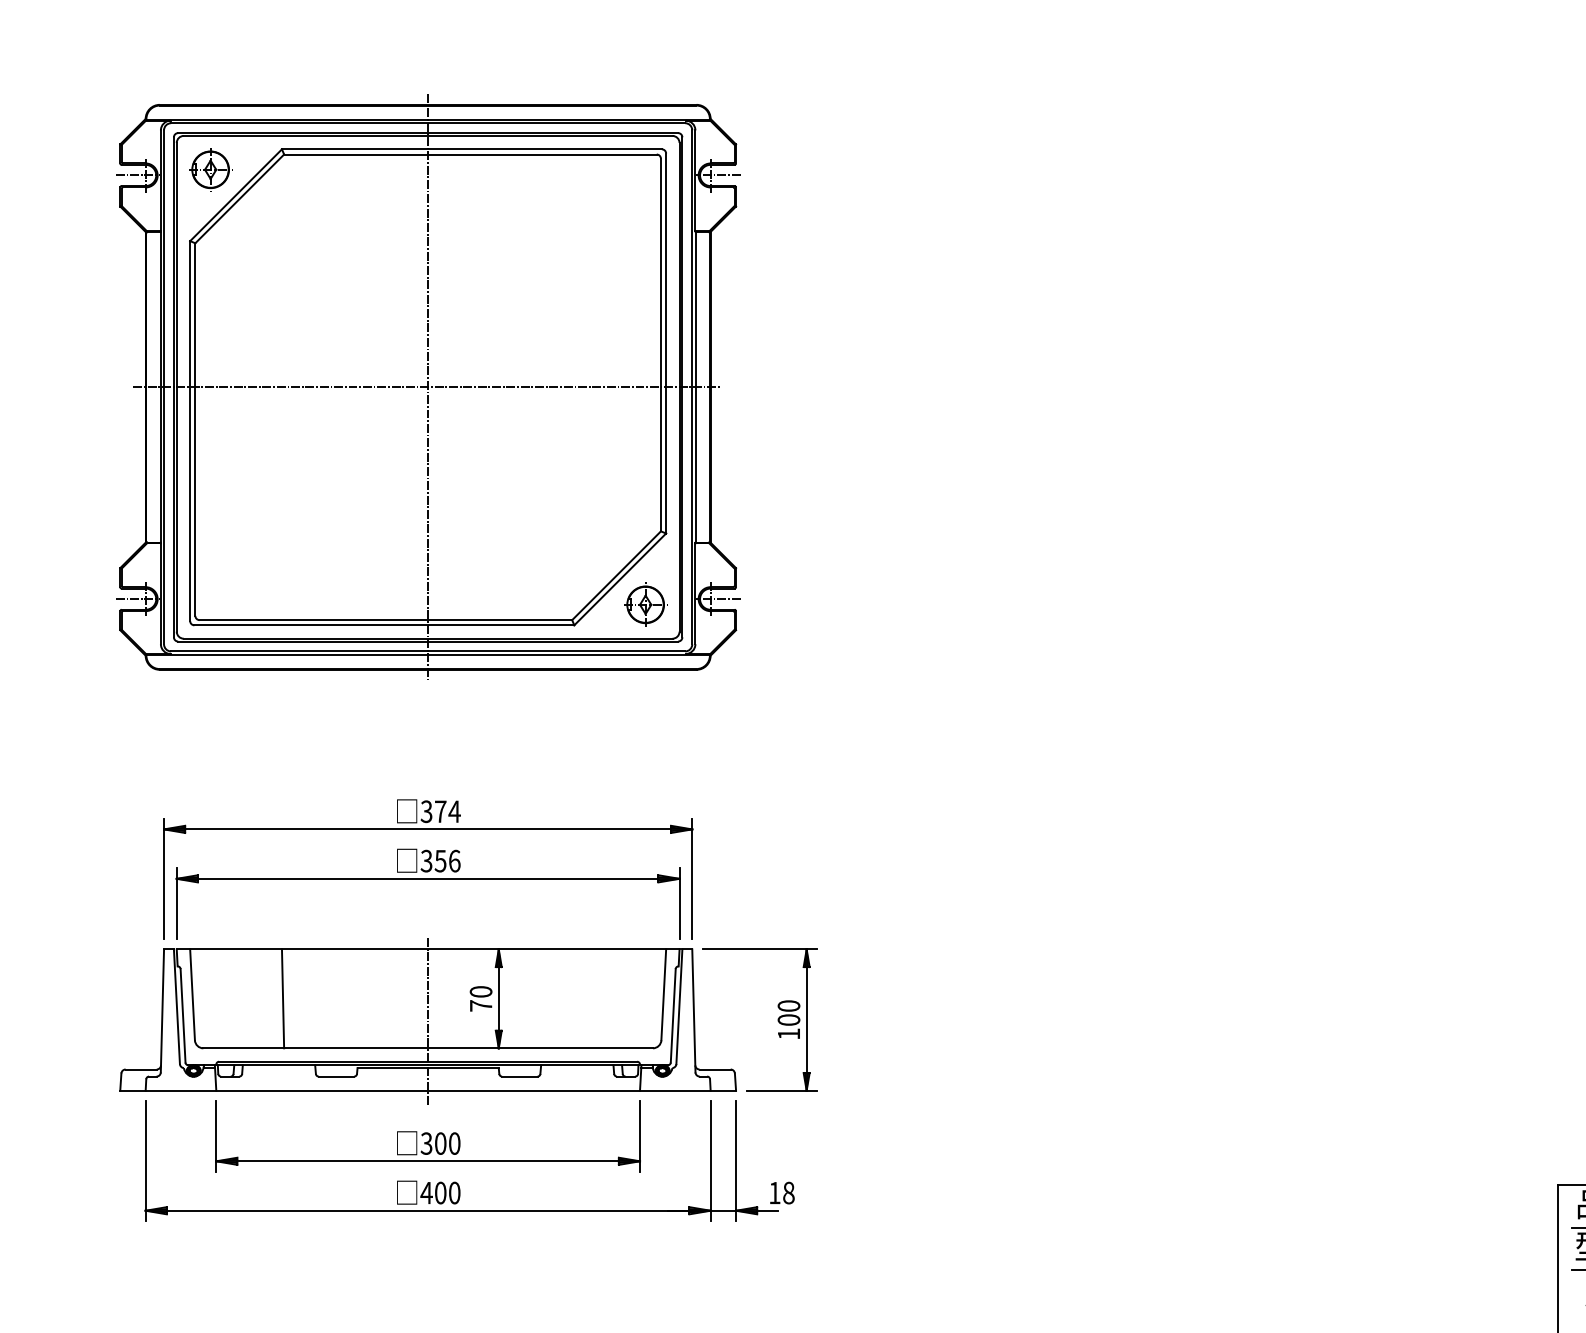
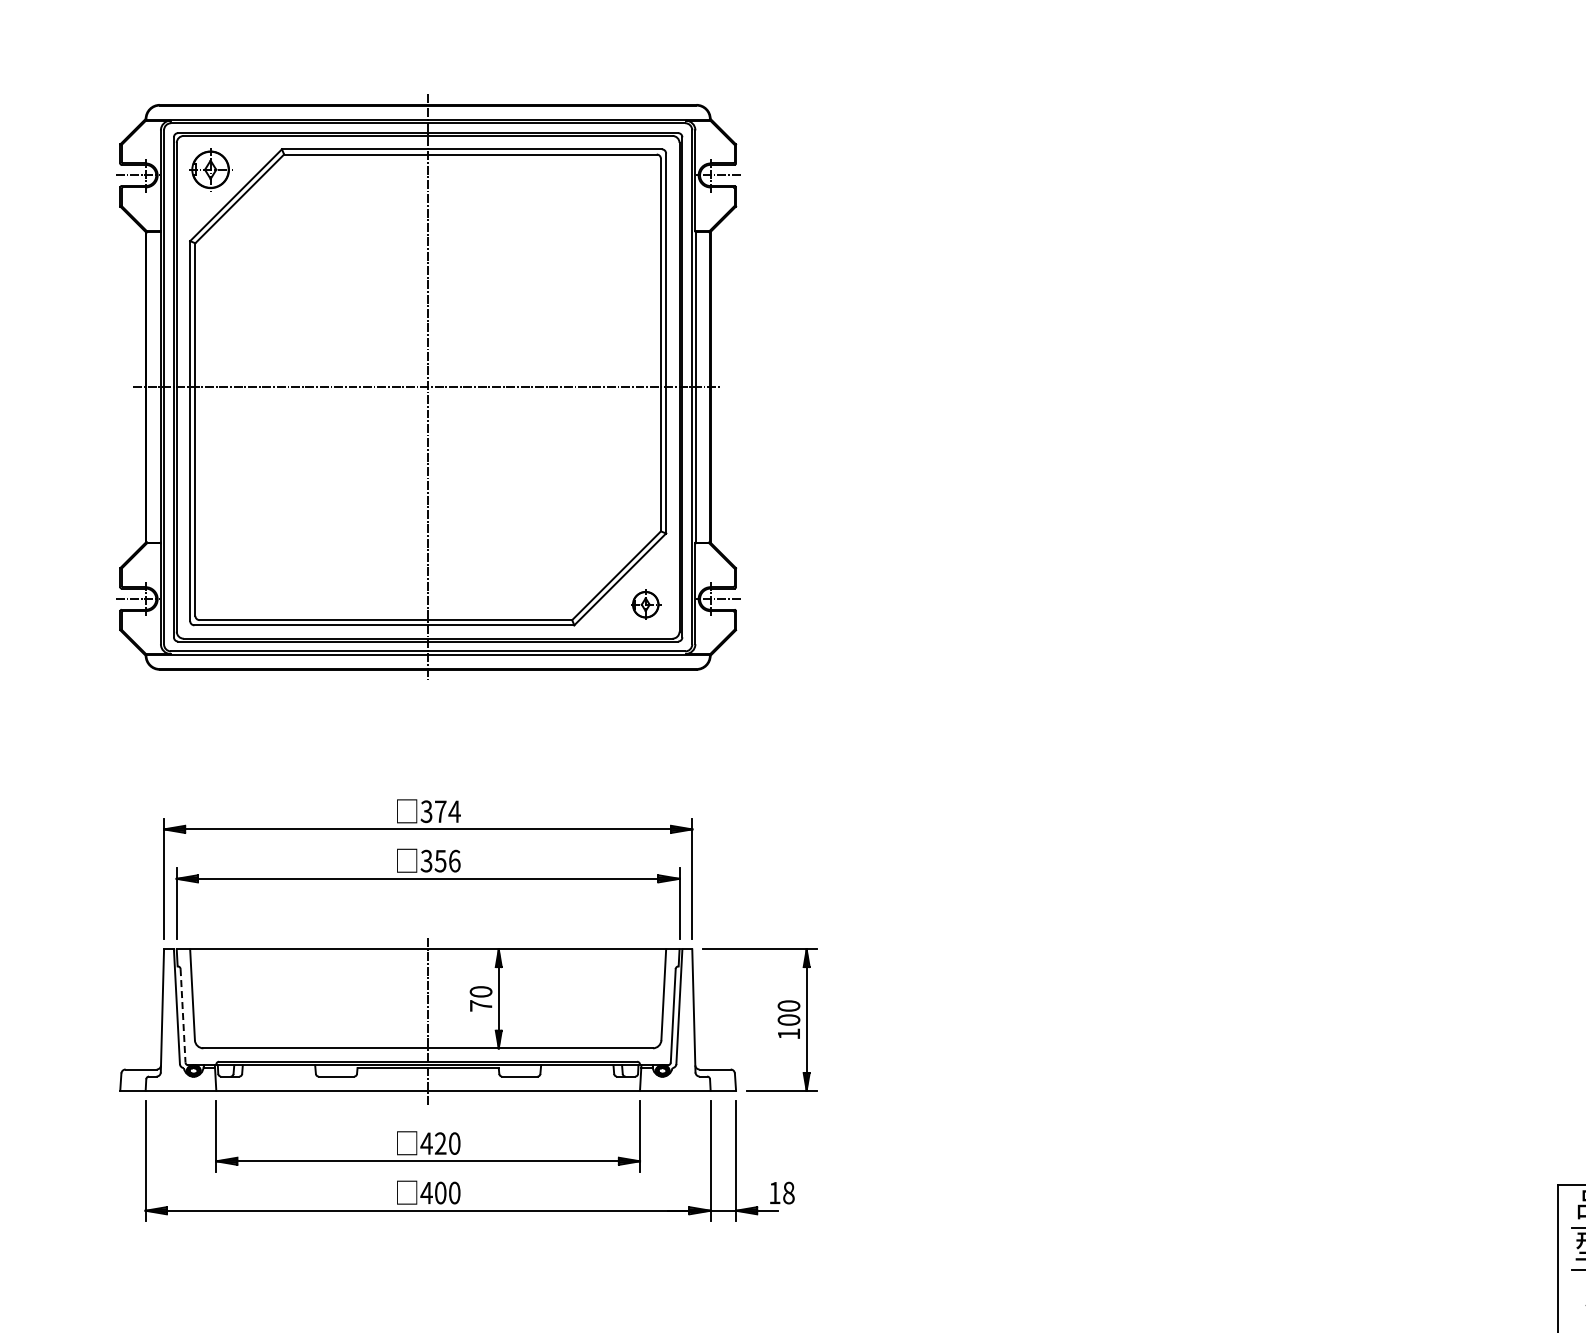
part at (645, 604) size: 44x45 px -> 31x31 px
line at (282, 998): present -> none
line at (183, 1015): solid -> dashed
text at (433, 1143): 300 -> 420
